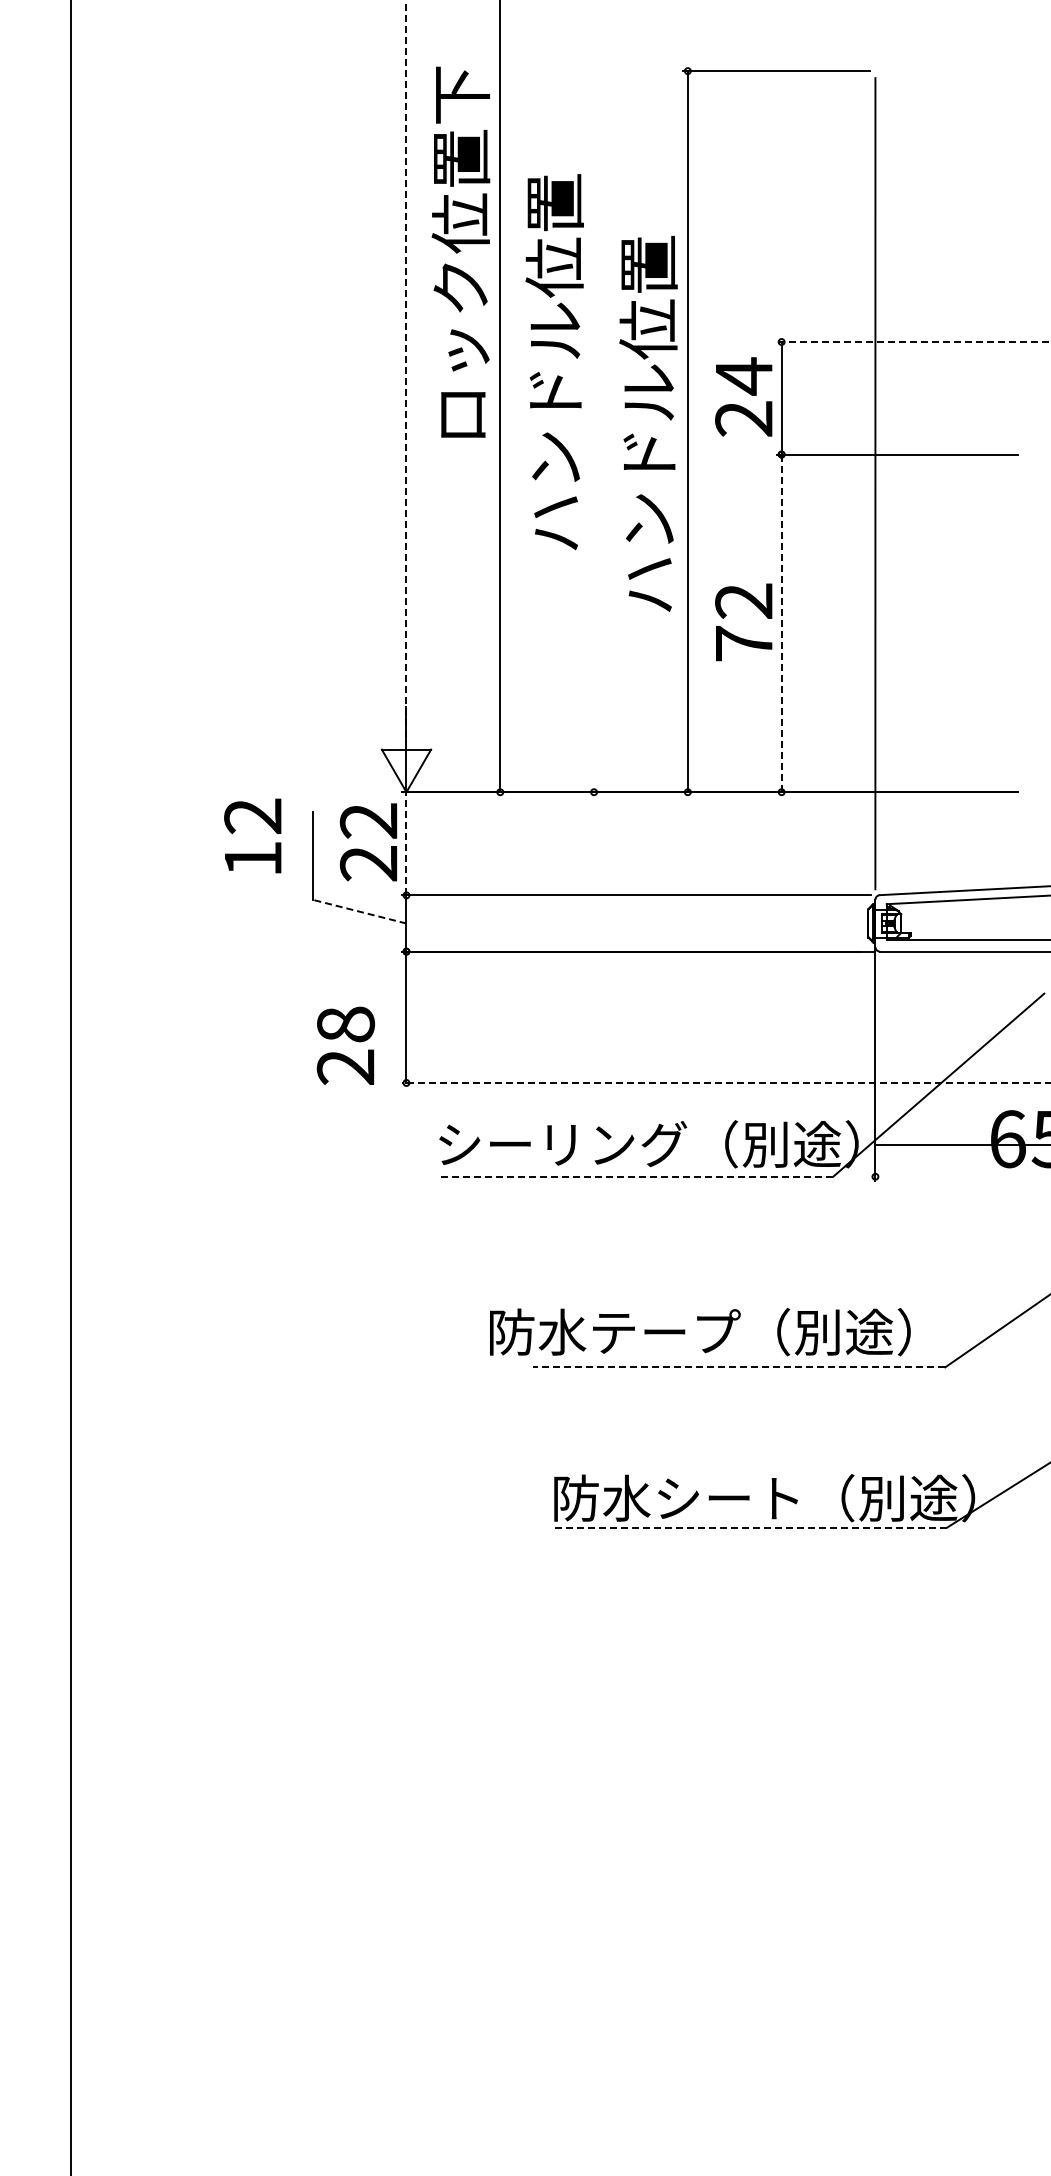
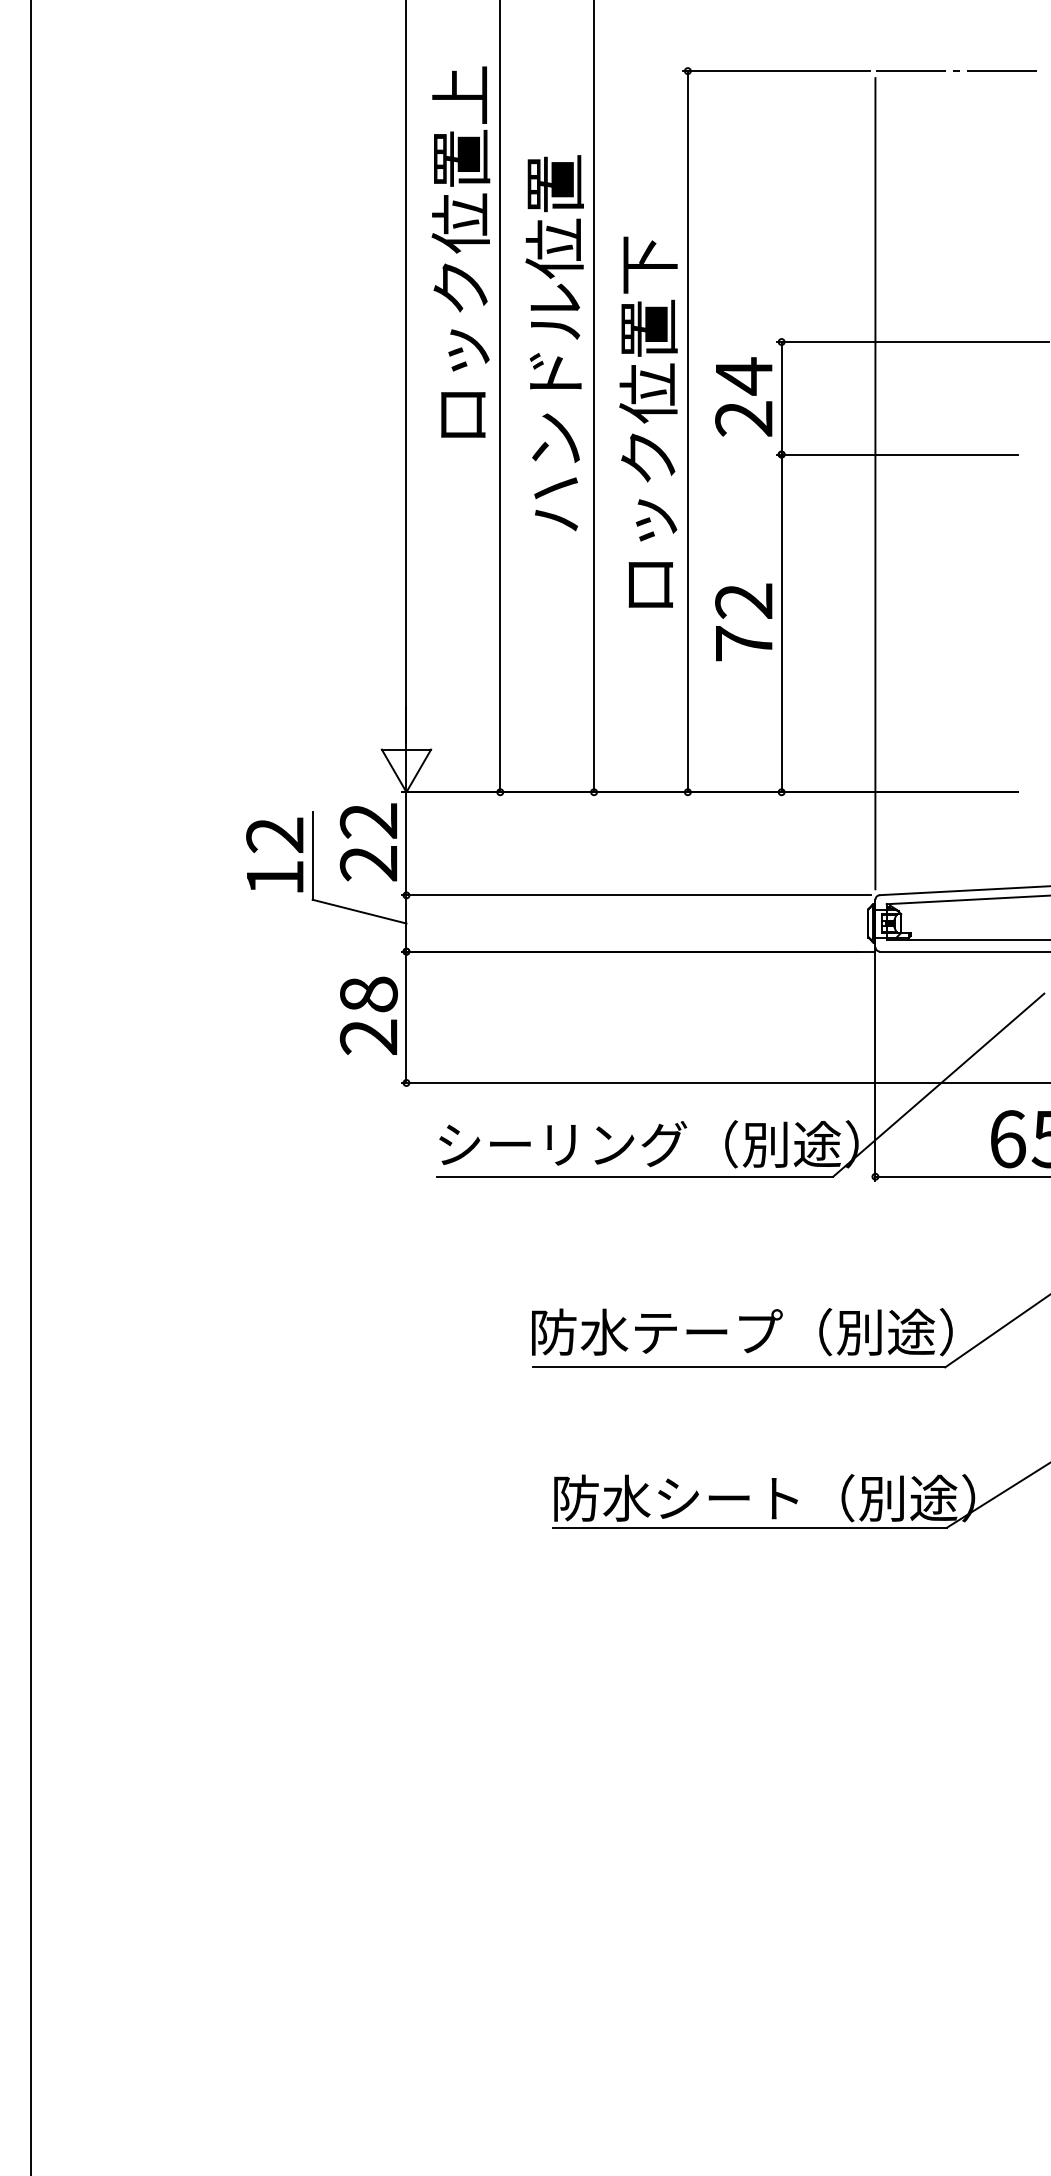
line at (955, 71): none -> present
text at (461, 94): ロック位置下 -> ロック位置上
line at (912, 342): dashed -> solid
text at (554, 362) position: (554, 362) -> (554, 343)
line at (406, 372): dashed -> solid
line at (594, 397): none -> present
text at (648, 423): ハンドル位置 -> ロック位置下
line at (781, 623): dashed -> solid
text at (252, 835) position: (252, 835) -> (274, 854)
line at (406, 843): dashed -> solid
line at (359, 911): dashed -> solid
text at (345, 1045) position: (345, 1045) -> (368, 1015)
line at (725, 1082): dashed -> solid
line at (71, 1087) position: (71, 1087) -> (31, 1087)
line at (961, 1144) position: (961, 1144) -> (961, 1176)
line at (634, 1176): dashed -> solid
text at (700, 1332) position: (700, 1332) -> (742, 1332)
line at (738, 1367): dashed -> solid
line at (749, 1527): dashed -> solid
